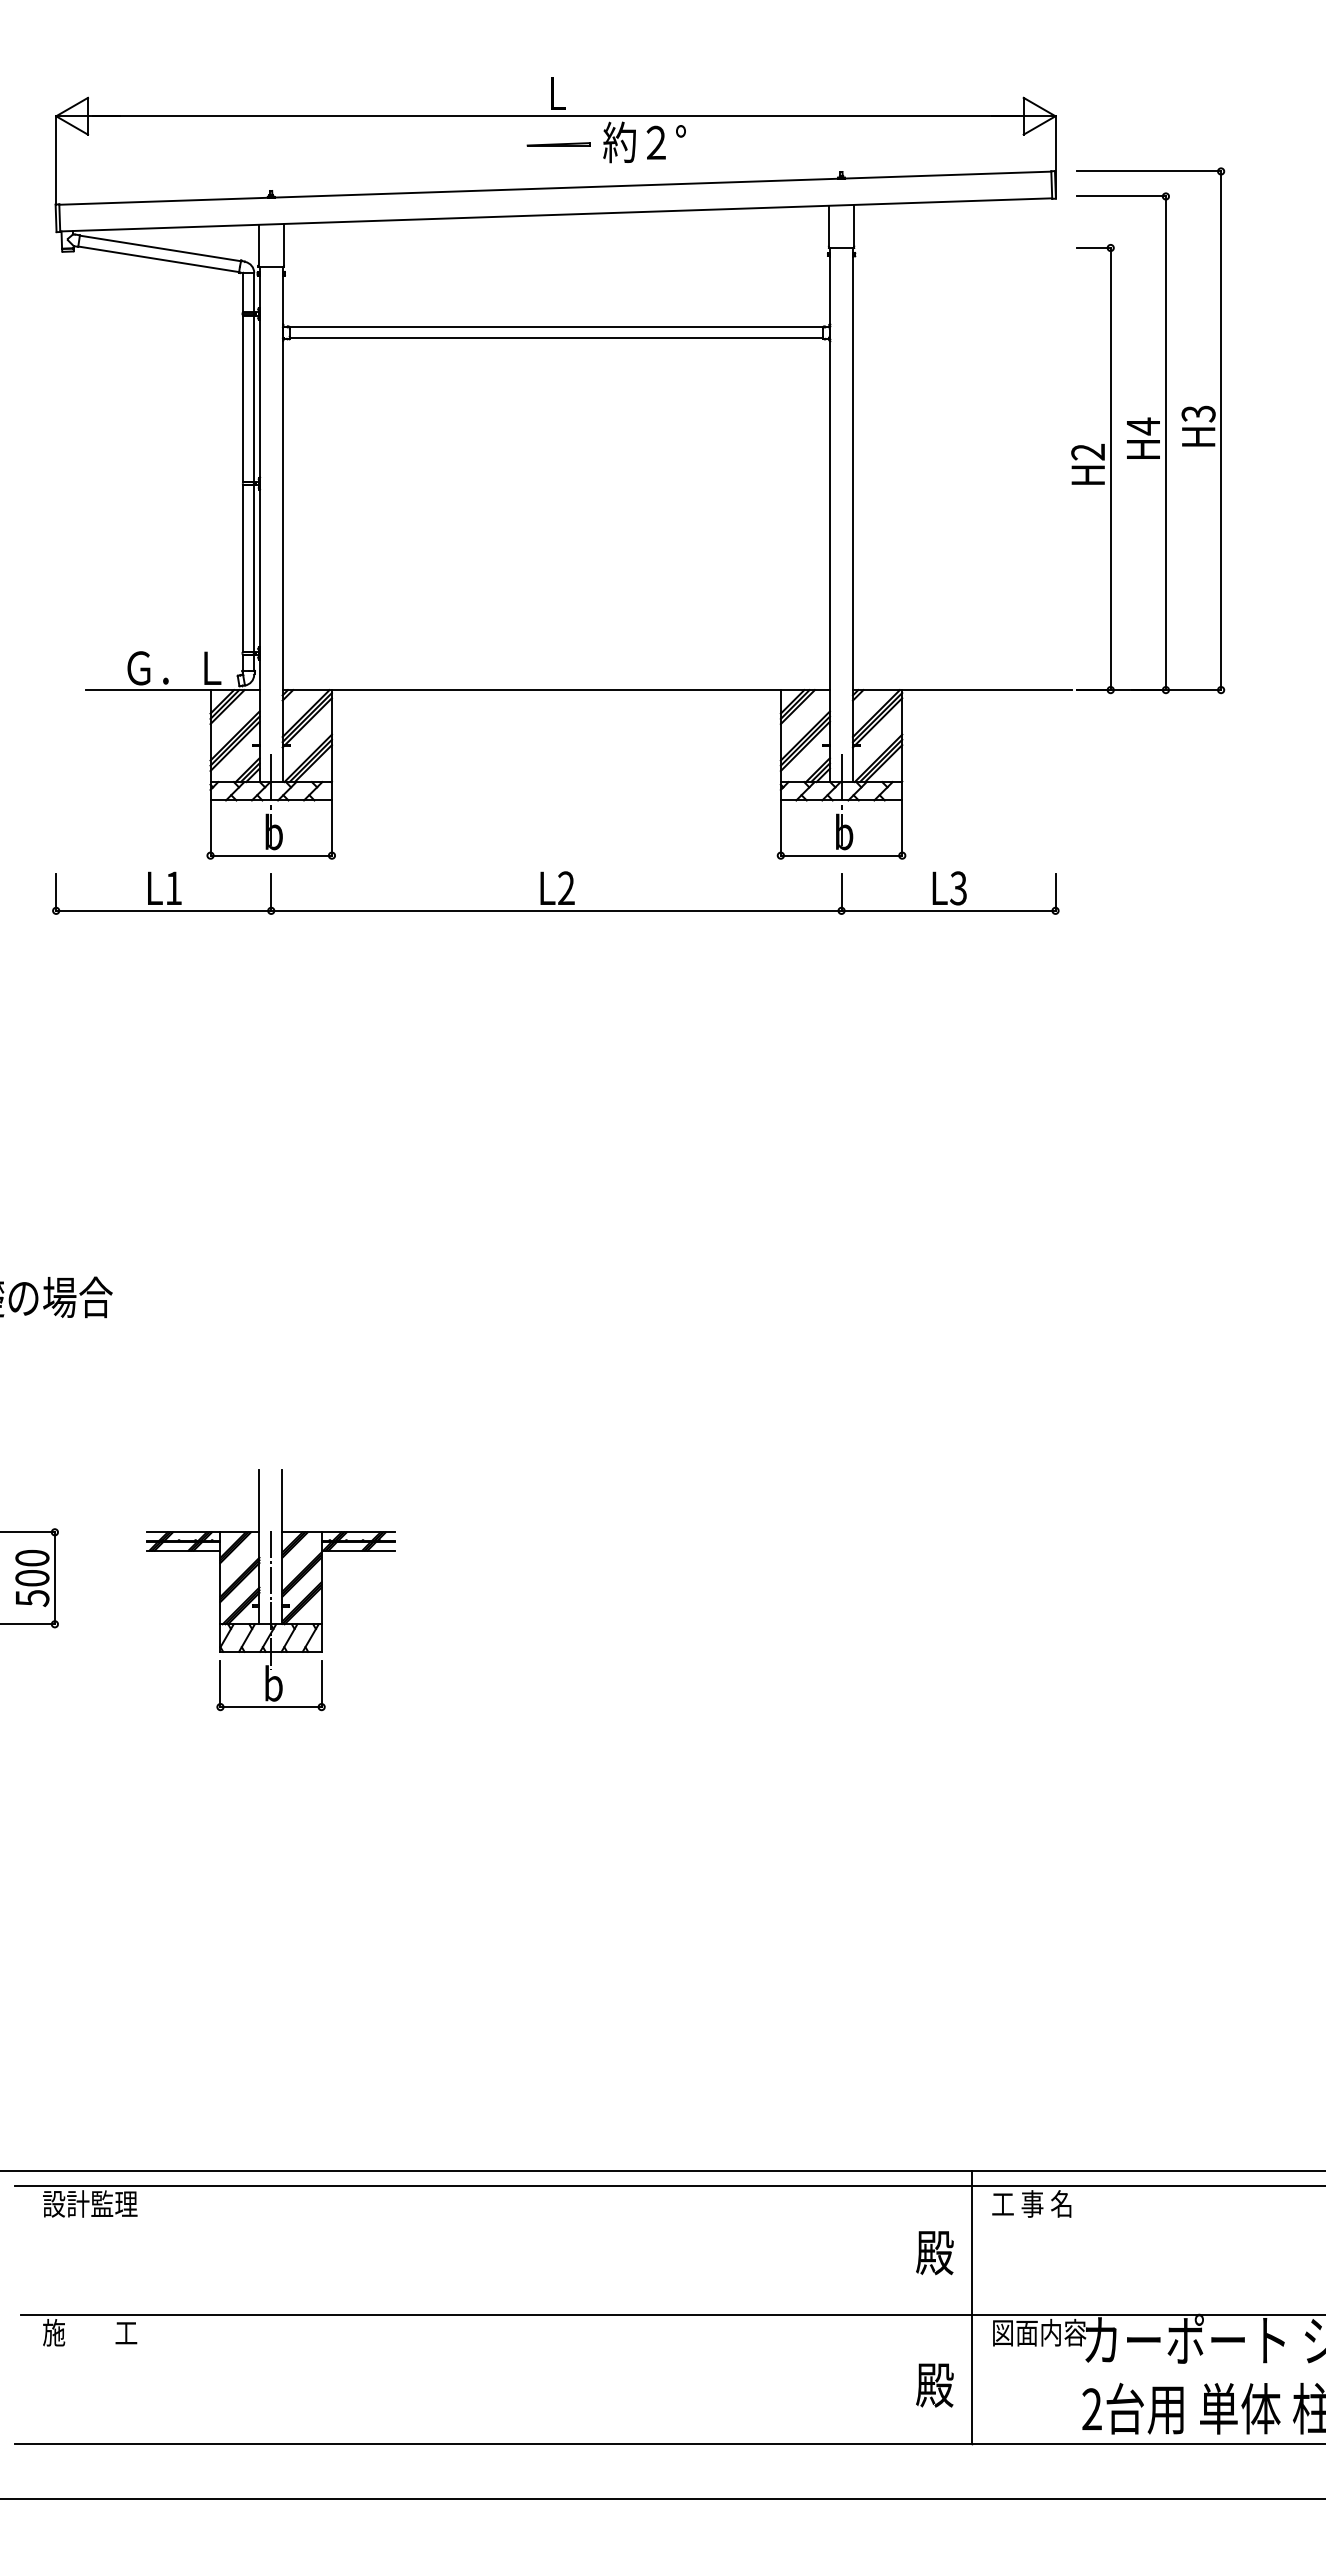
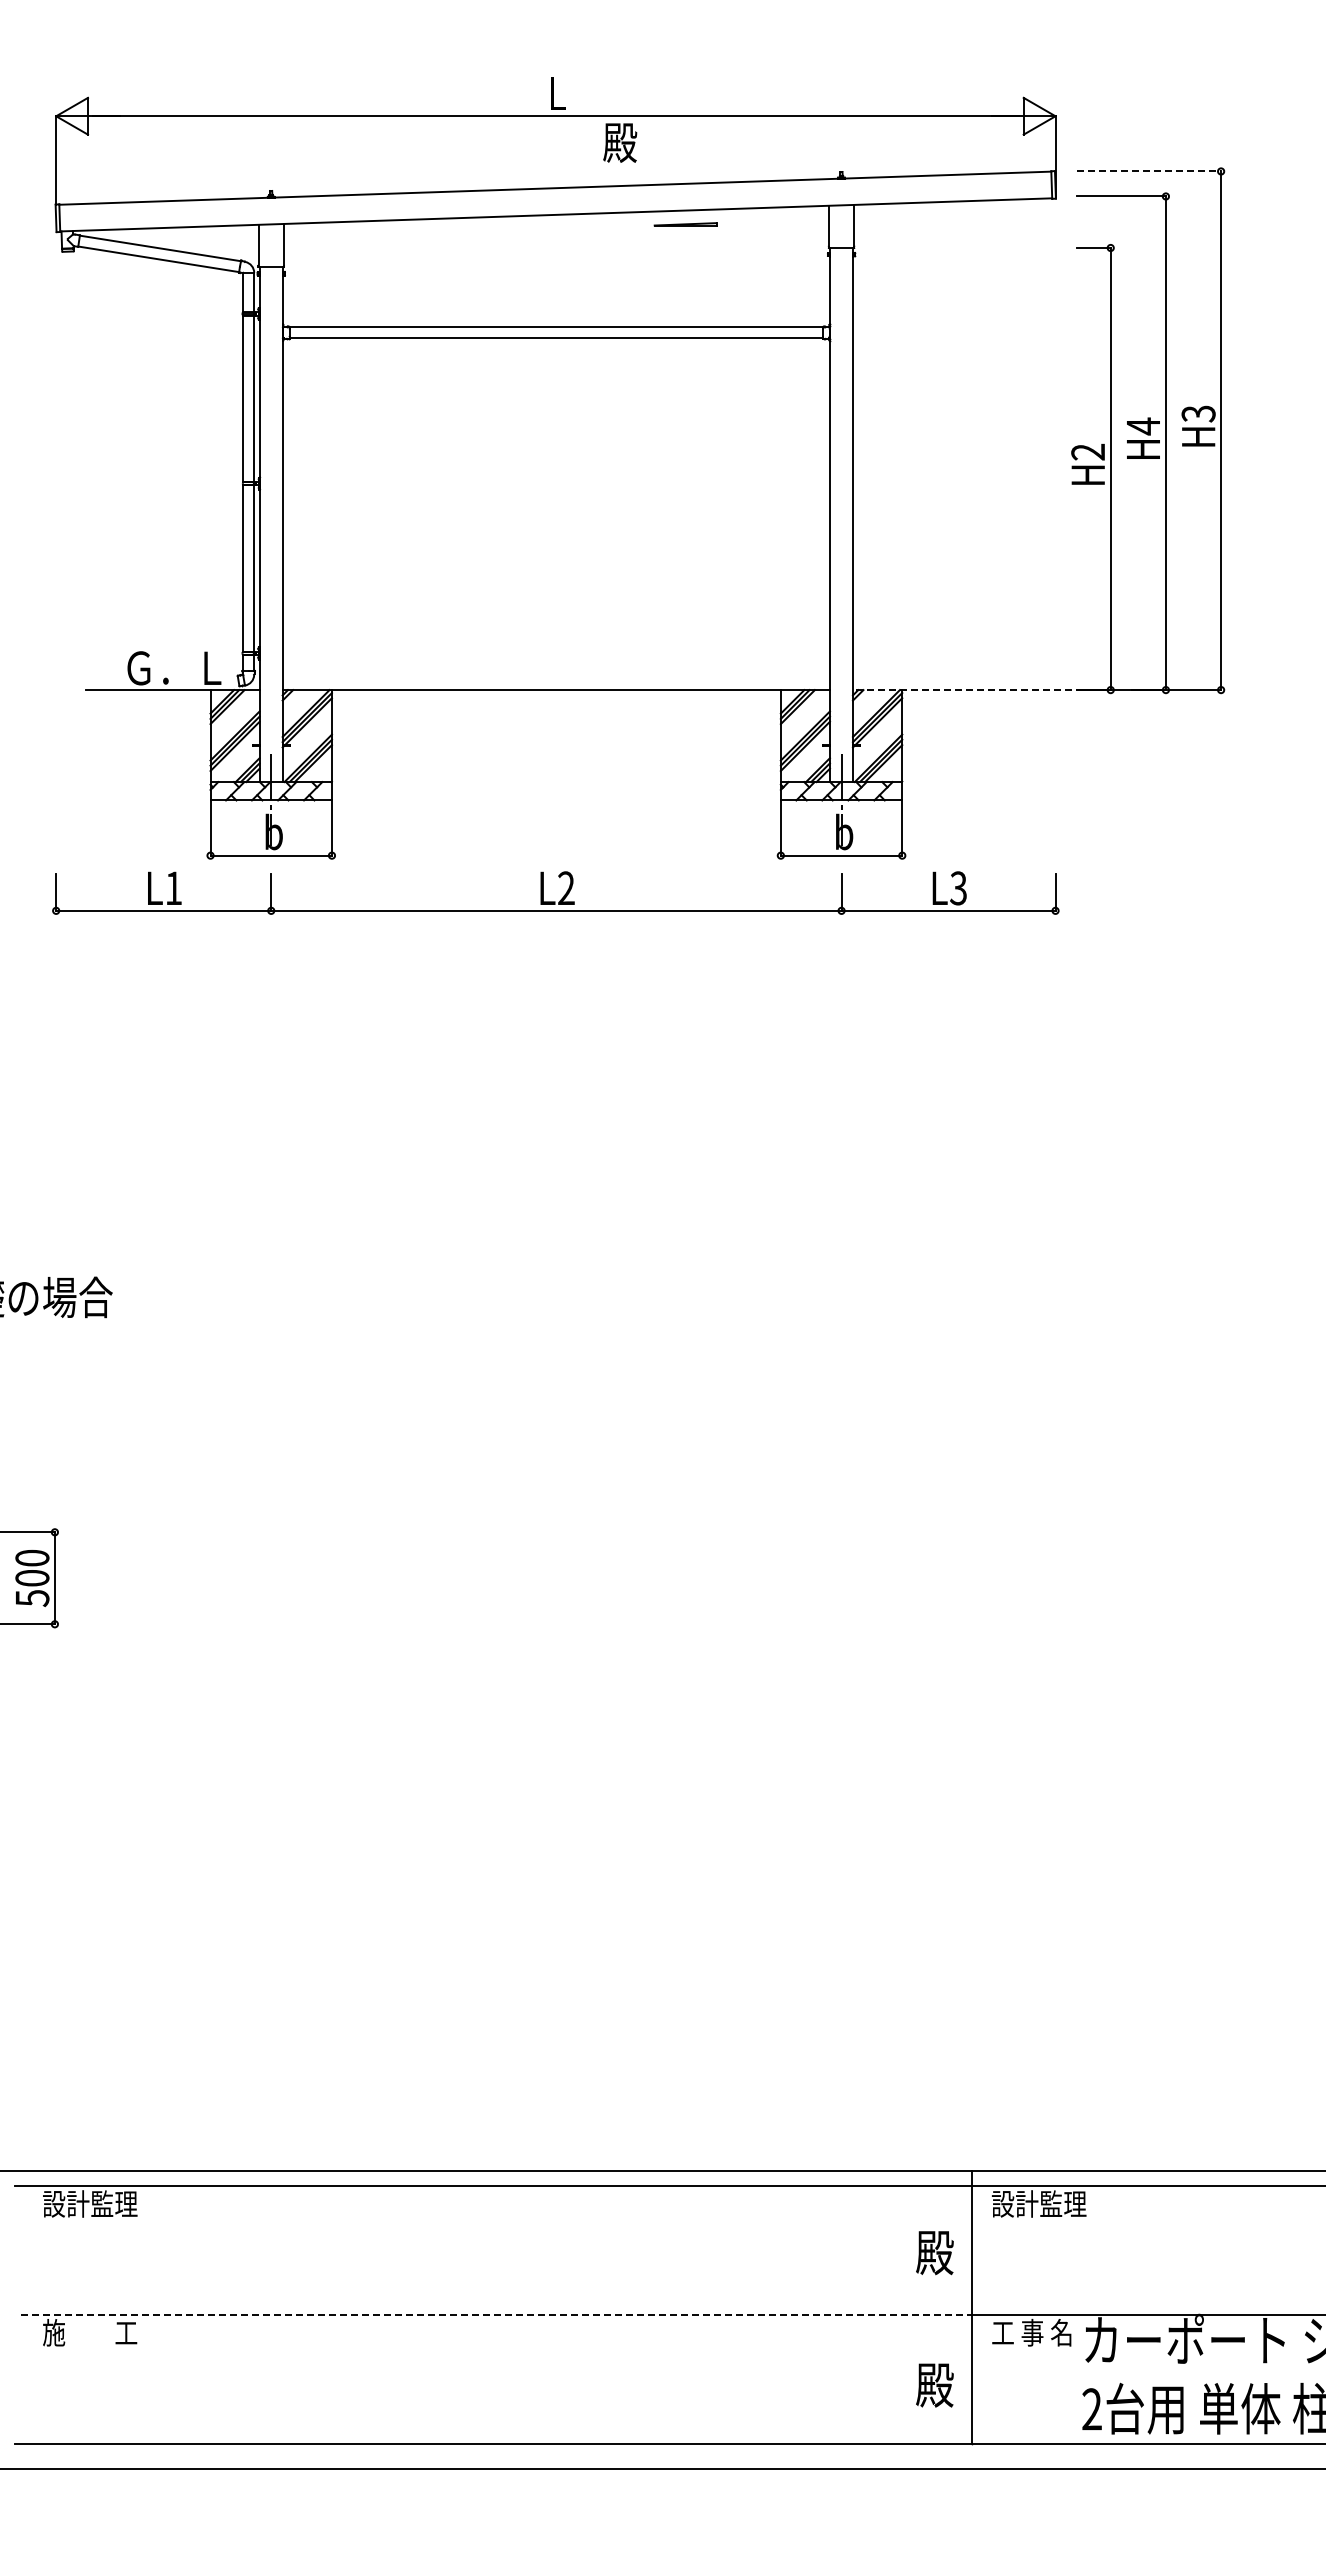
text at (644, 142): 約２° -> 殿
line at (558, 144) position: (558, 144) -> (685, 224)
line at (1149, 171): solid -> dashed
line at (961, 690): solid -> dashed
part at (270, 1590): present -> none
text at (1038, 2203): 工 事 名 -> 設計監理
line at (496, 2314): solid -> dashed
text at (1039, 2332): 図面内容 -> 工 事 名
line at (662, 2498) position: (662, 2498) -> (662, 2468)
